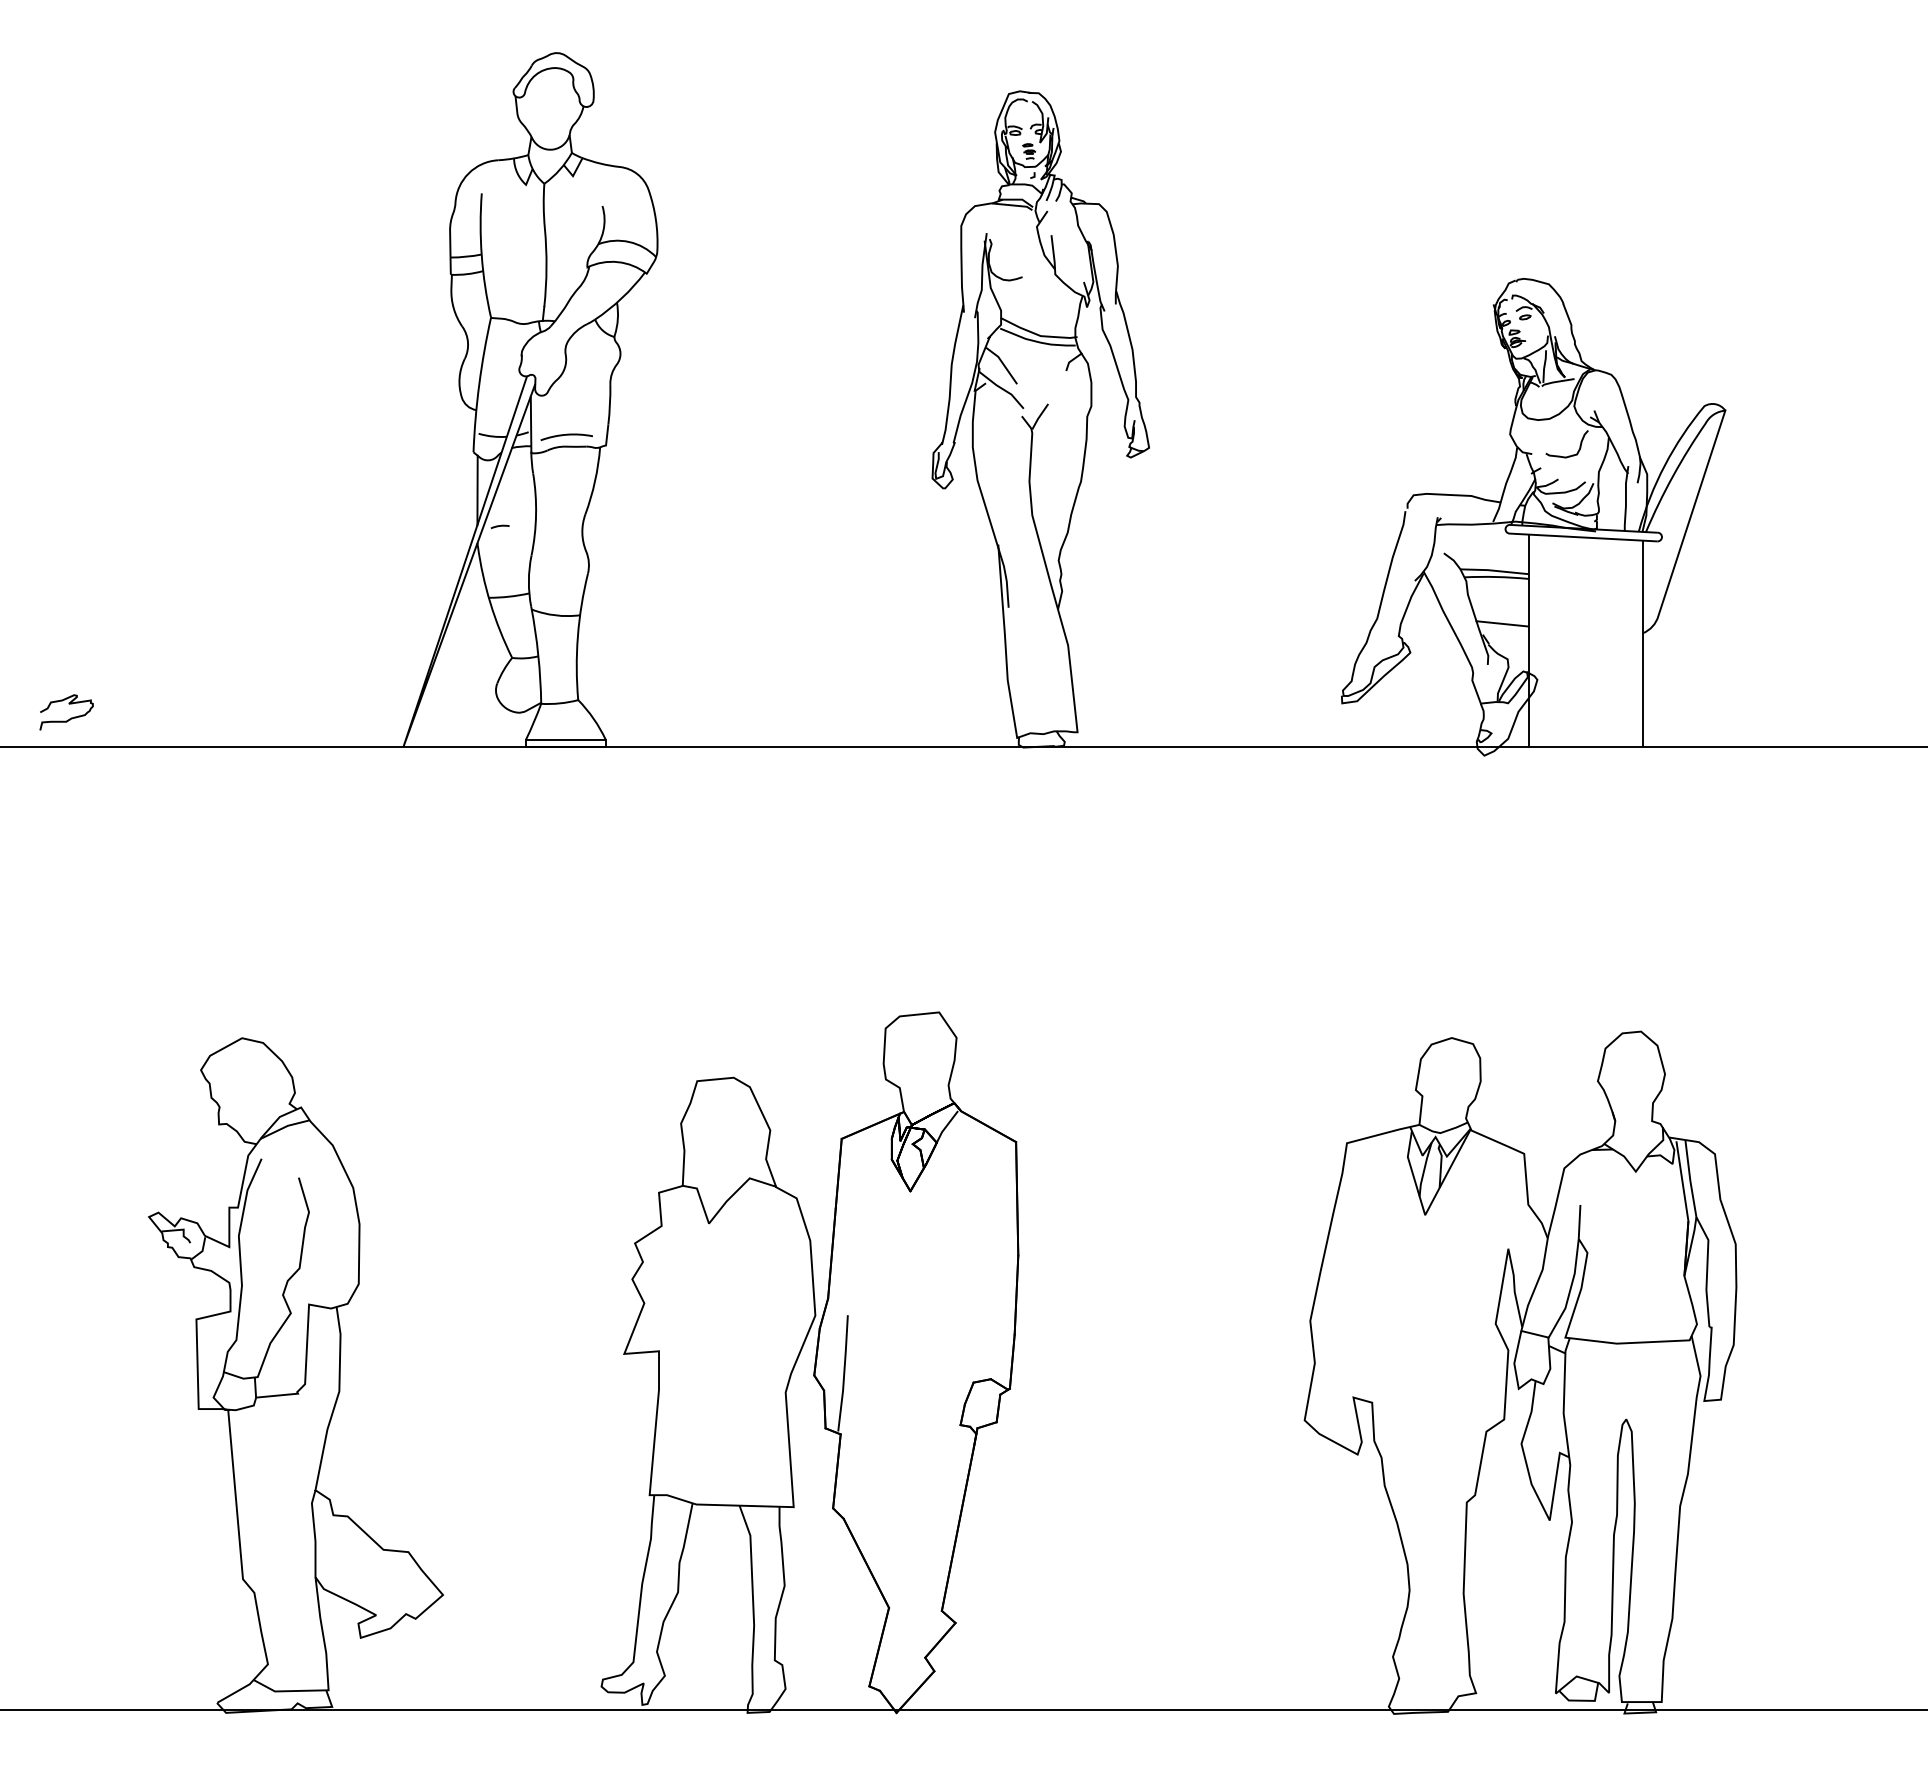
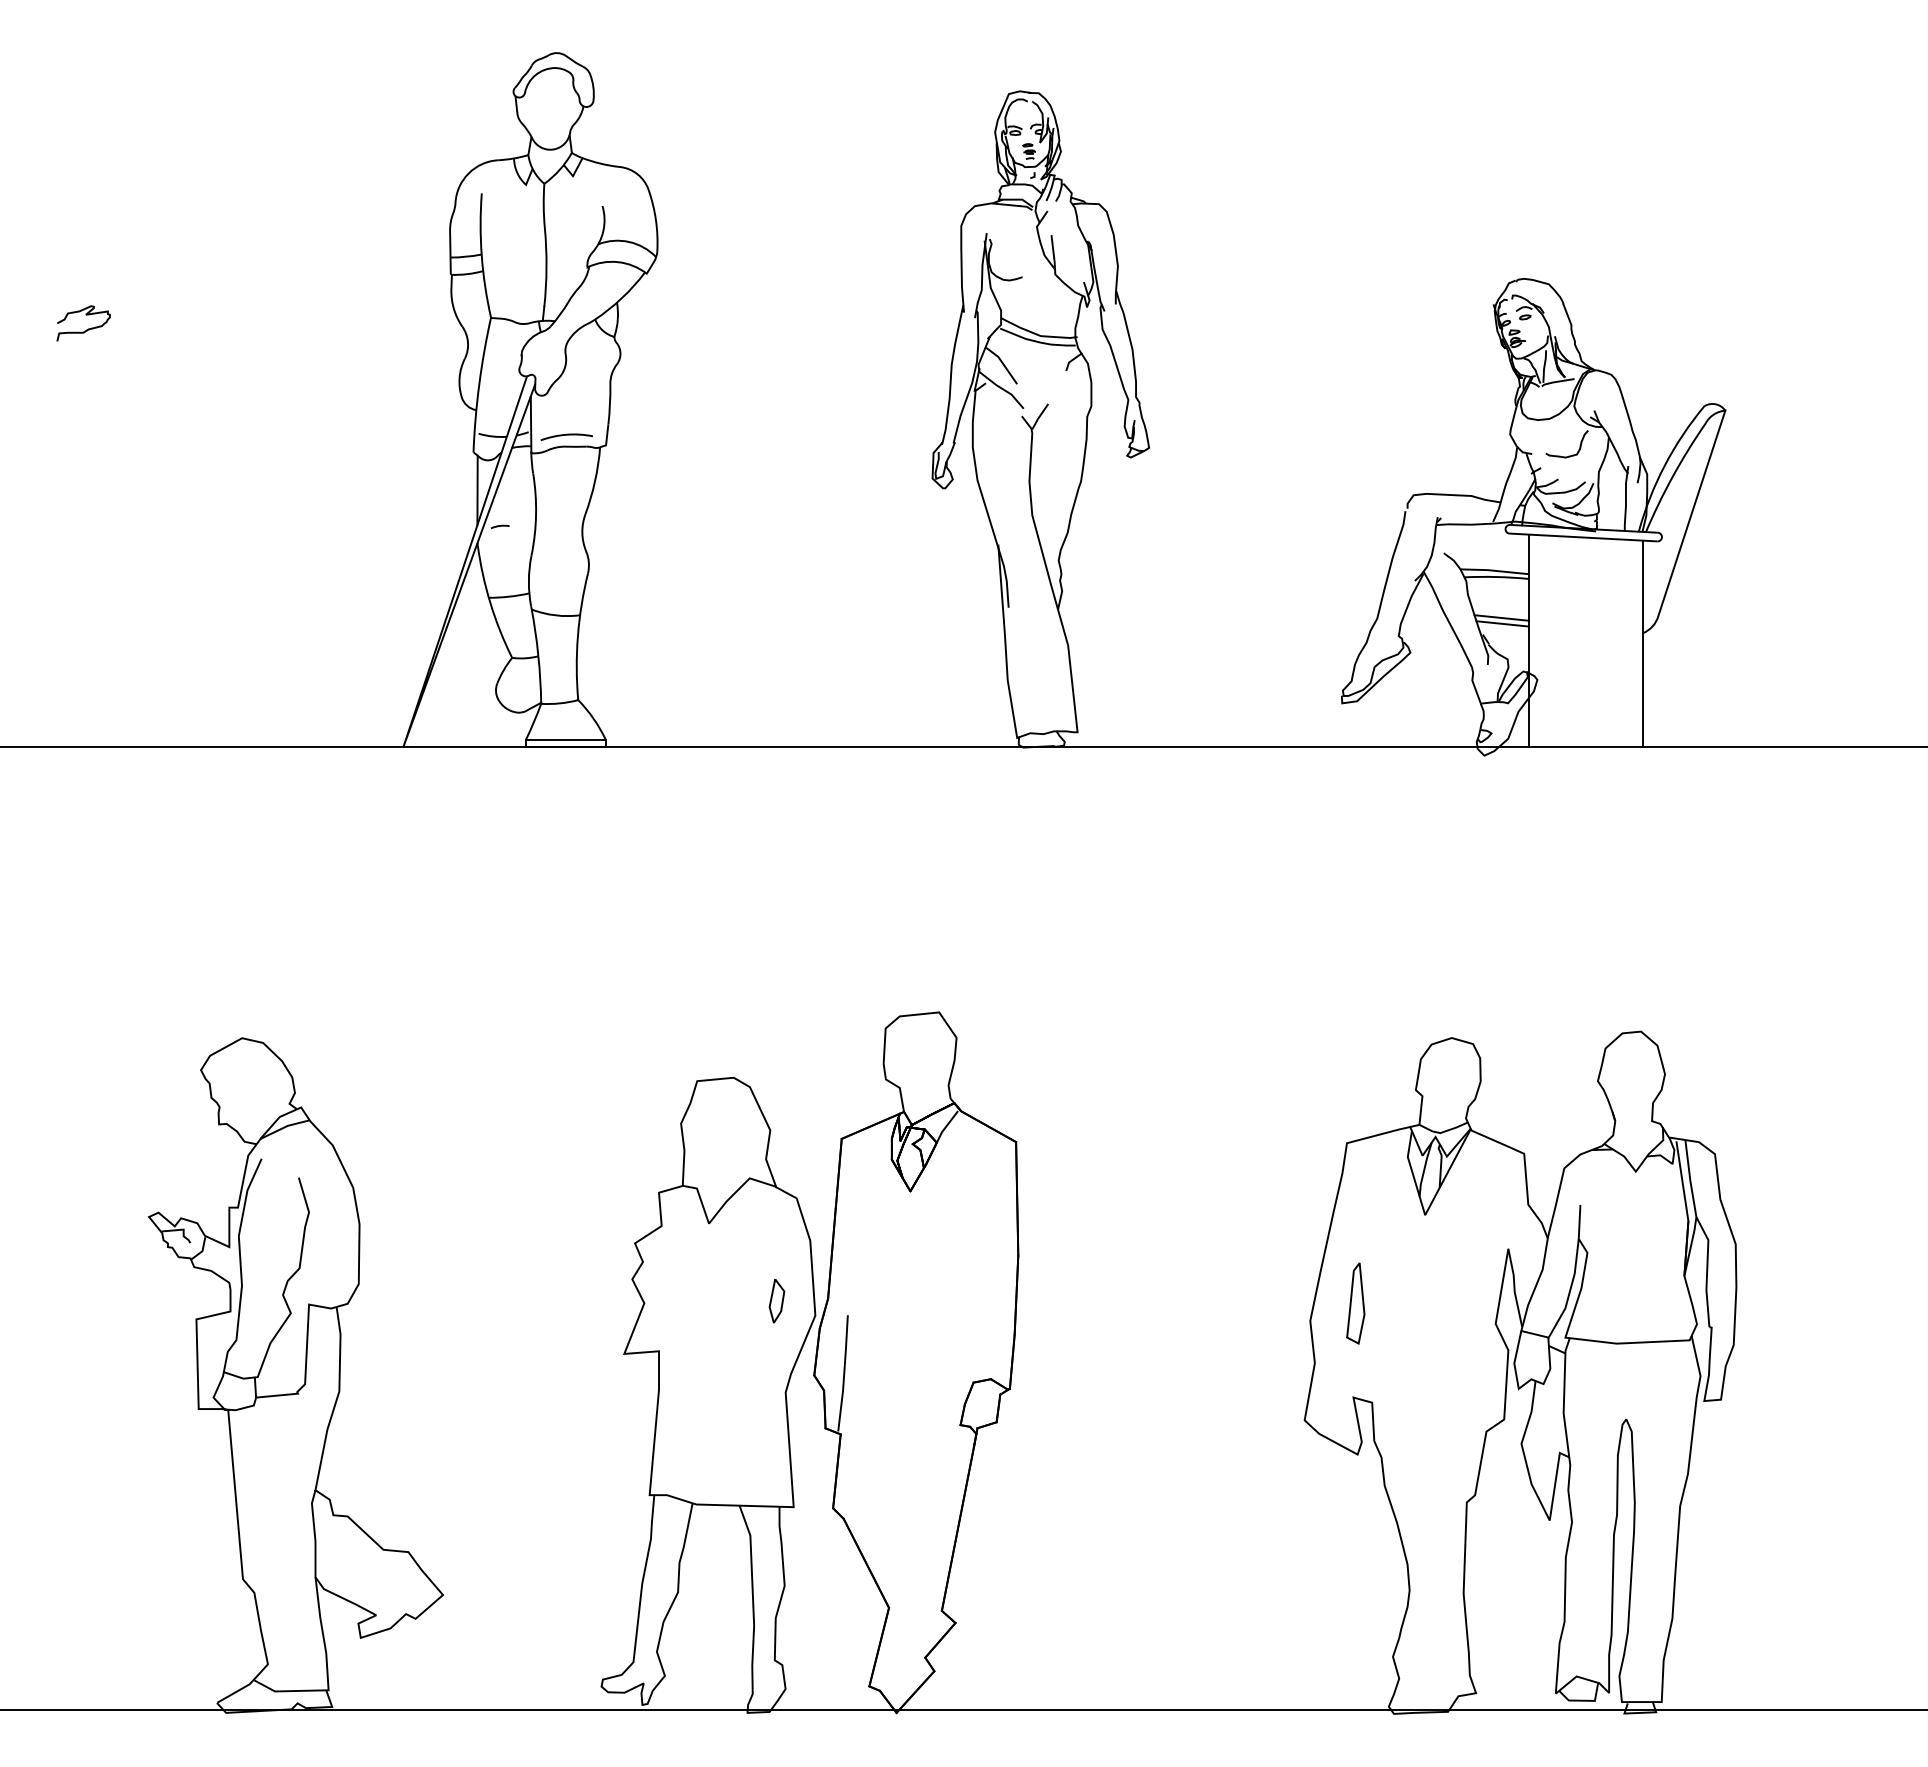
line at (1501, 617): none -> present
curve at (69, 718) position: (69, 718) -> (86, 329)
part at (776, 1301): none -> present
curve at (1351, 1303): none -> present
